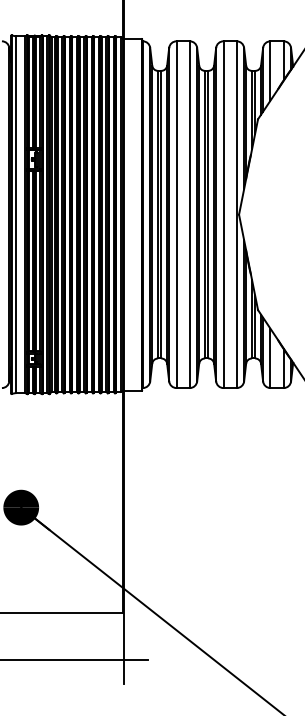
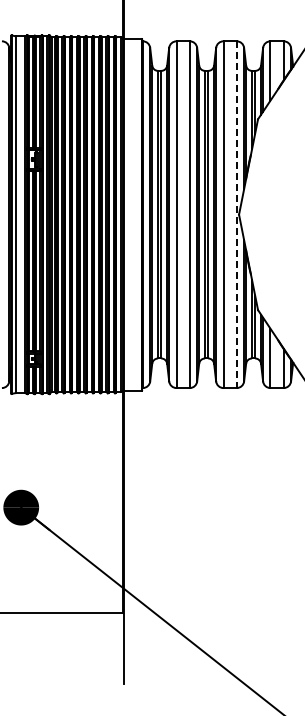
line at (236, 215): solid -> dashed
line at (75, 660): present -> none
